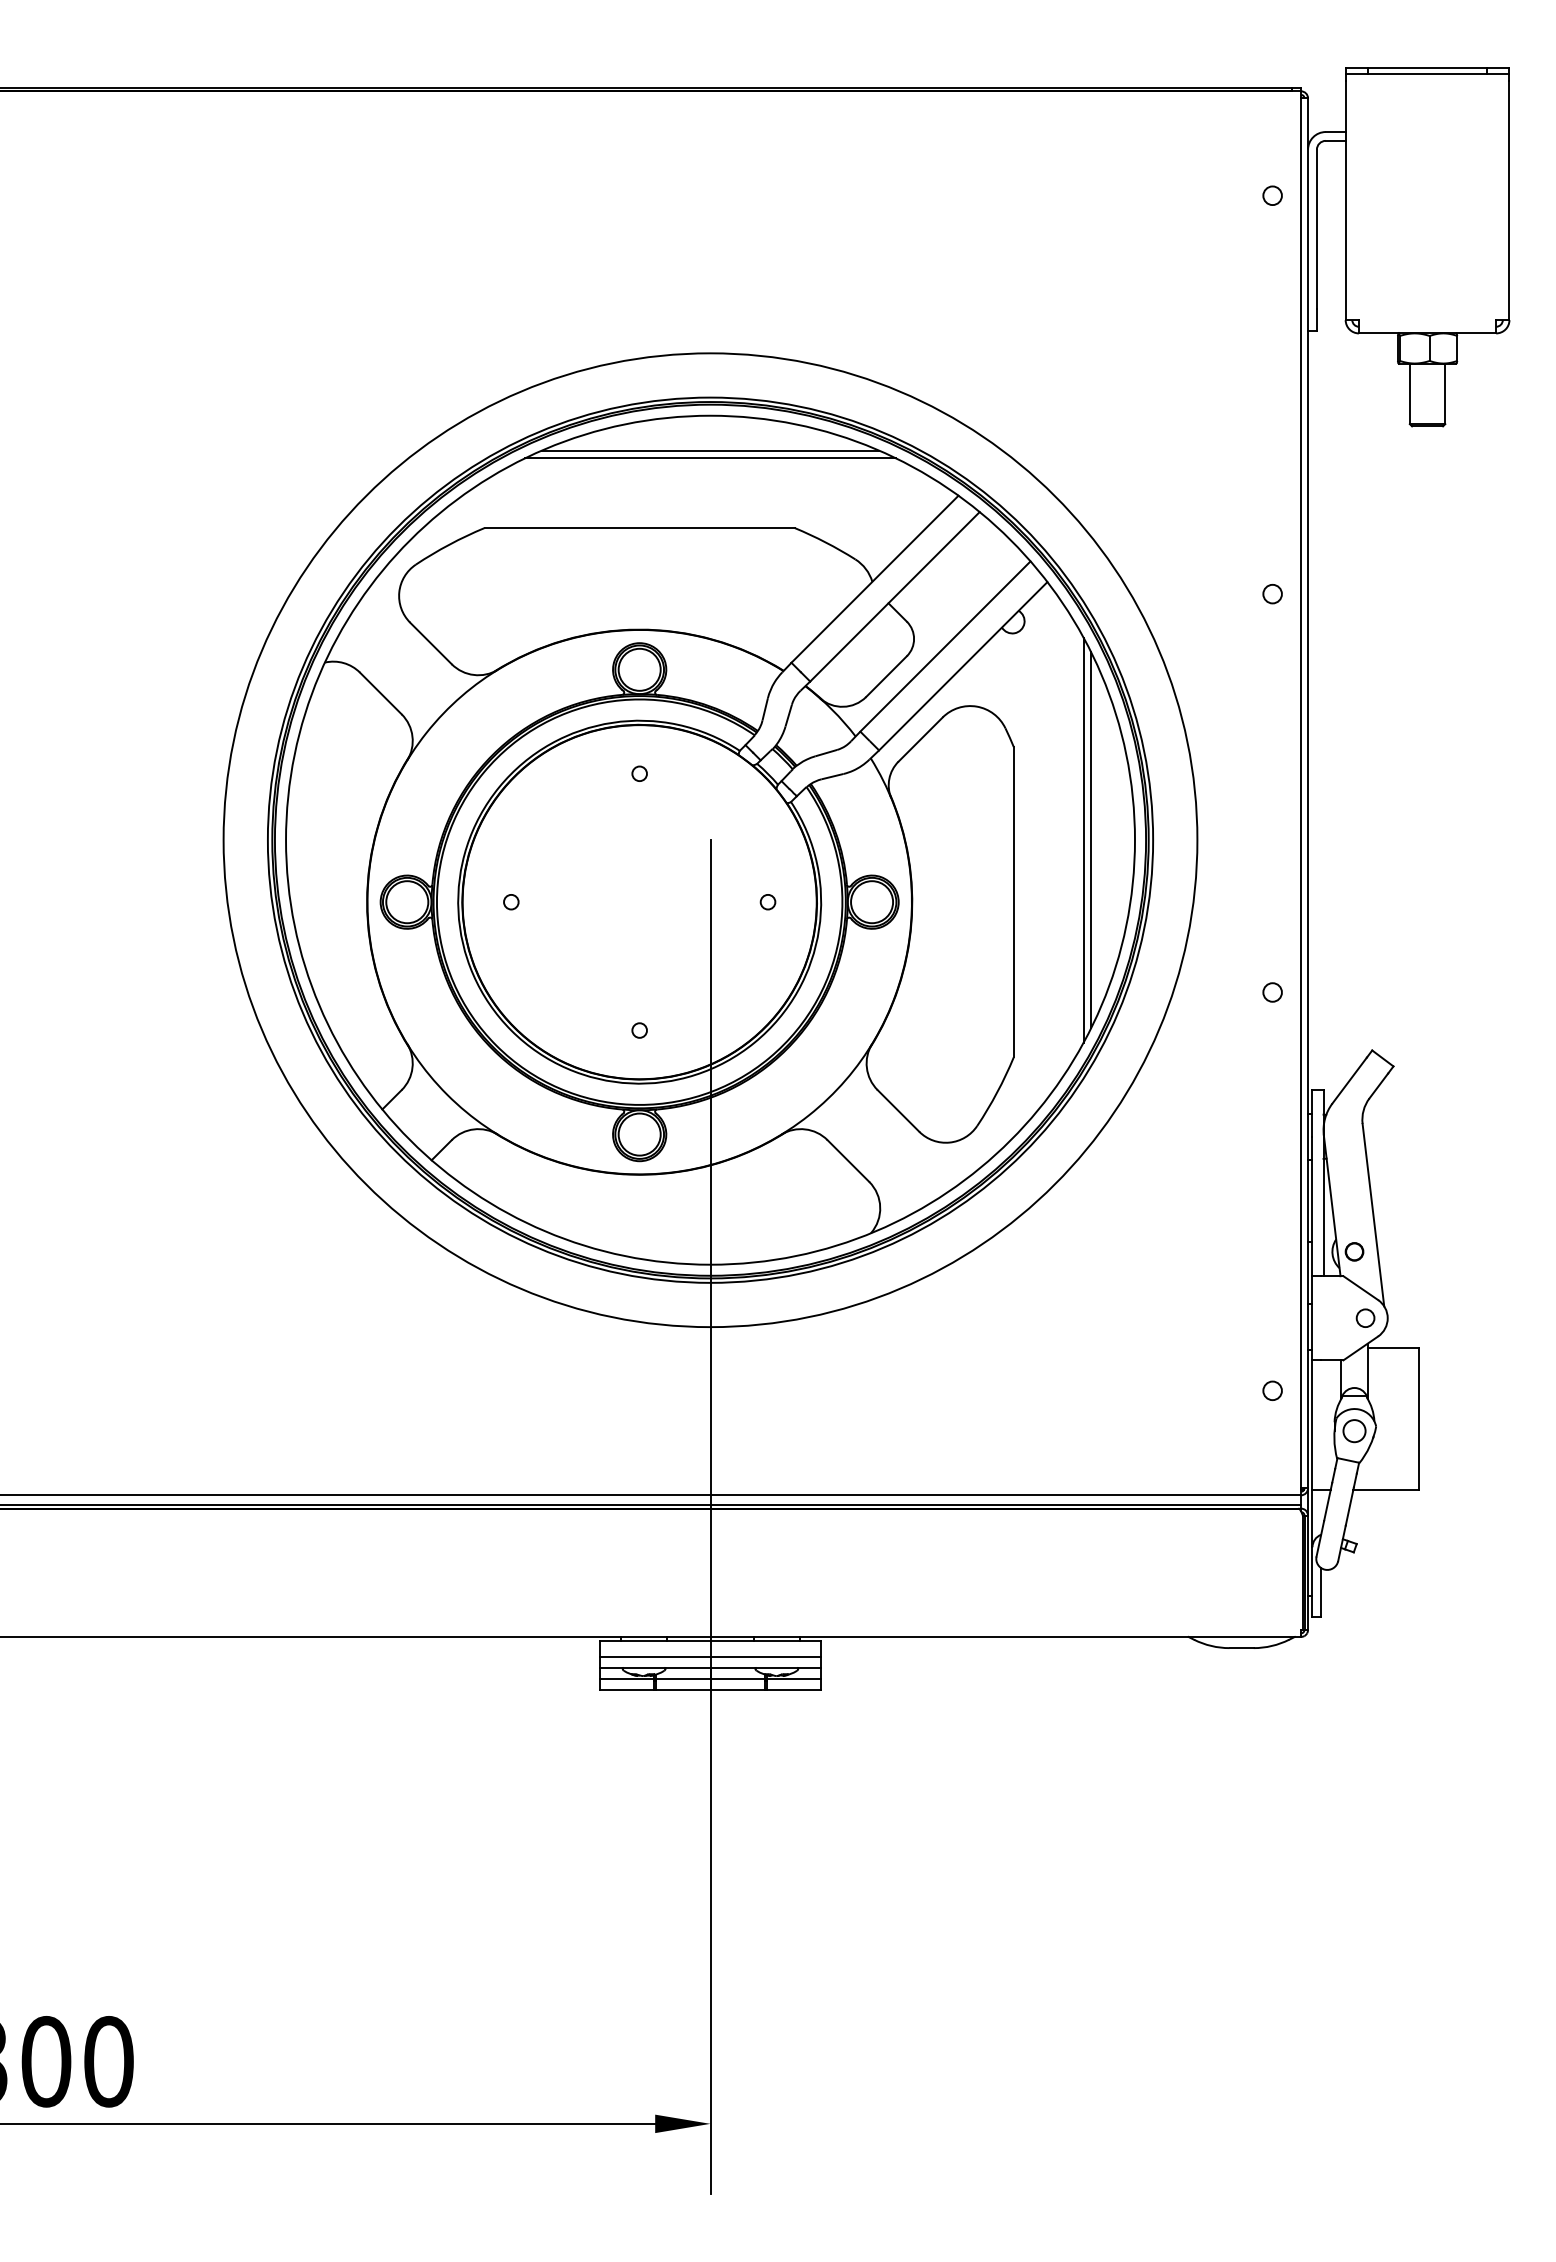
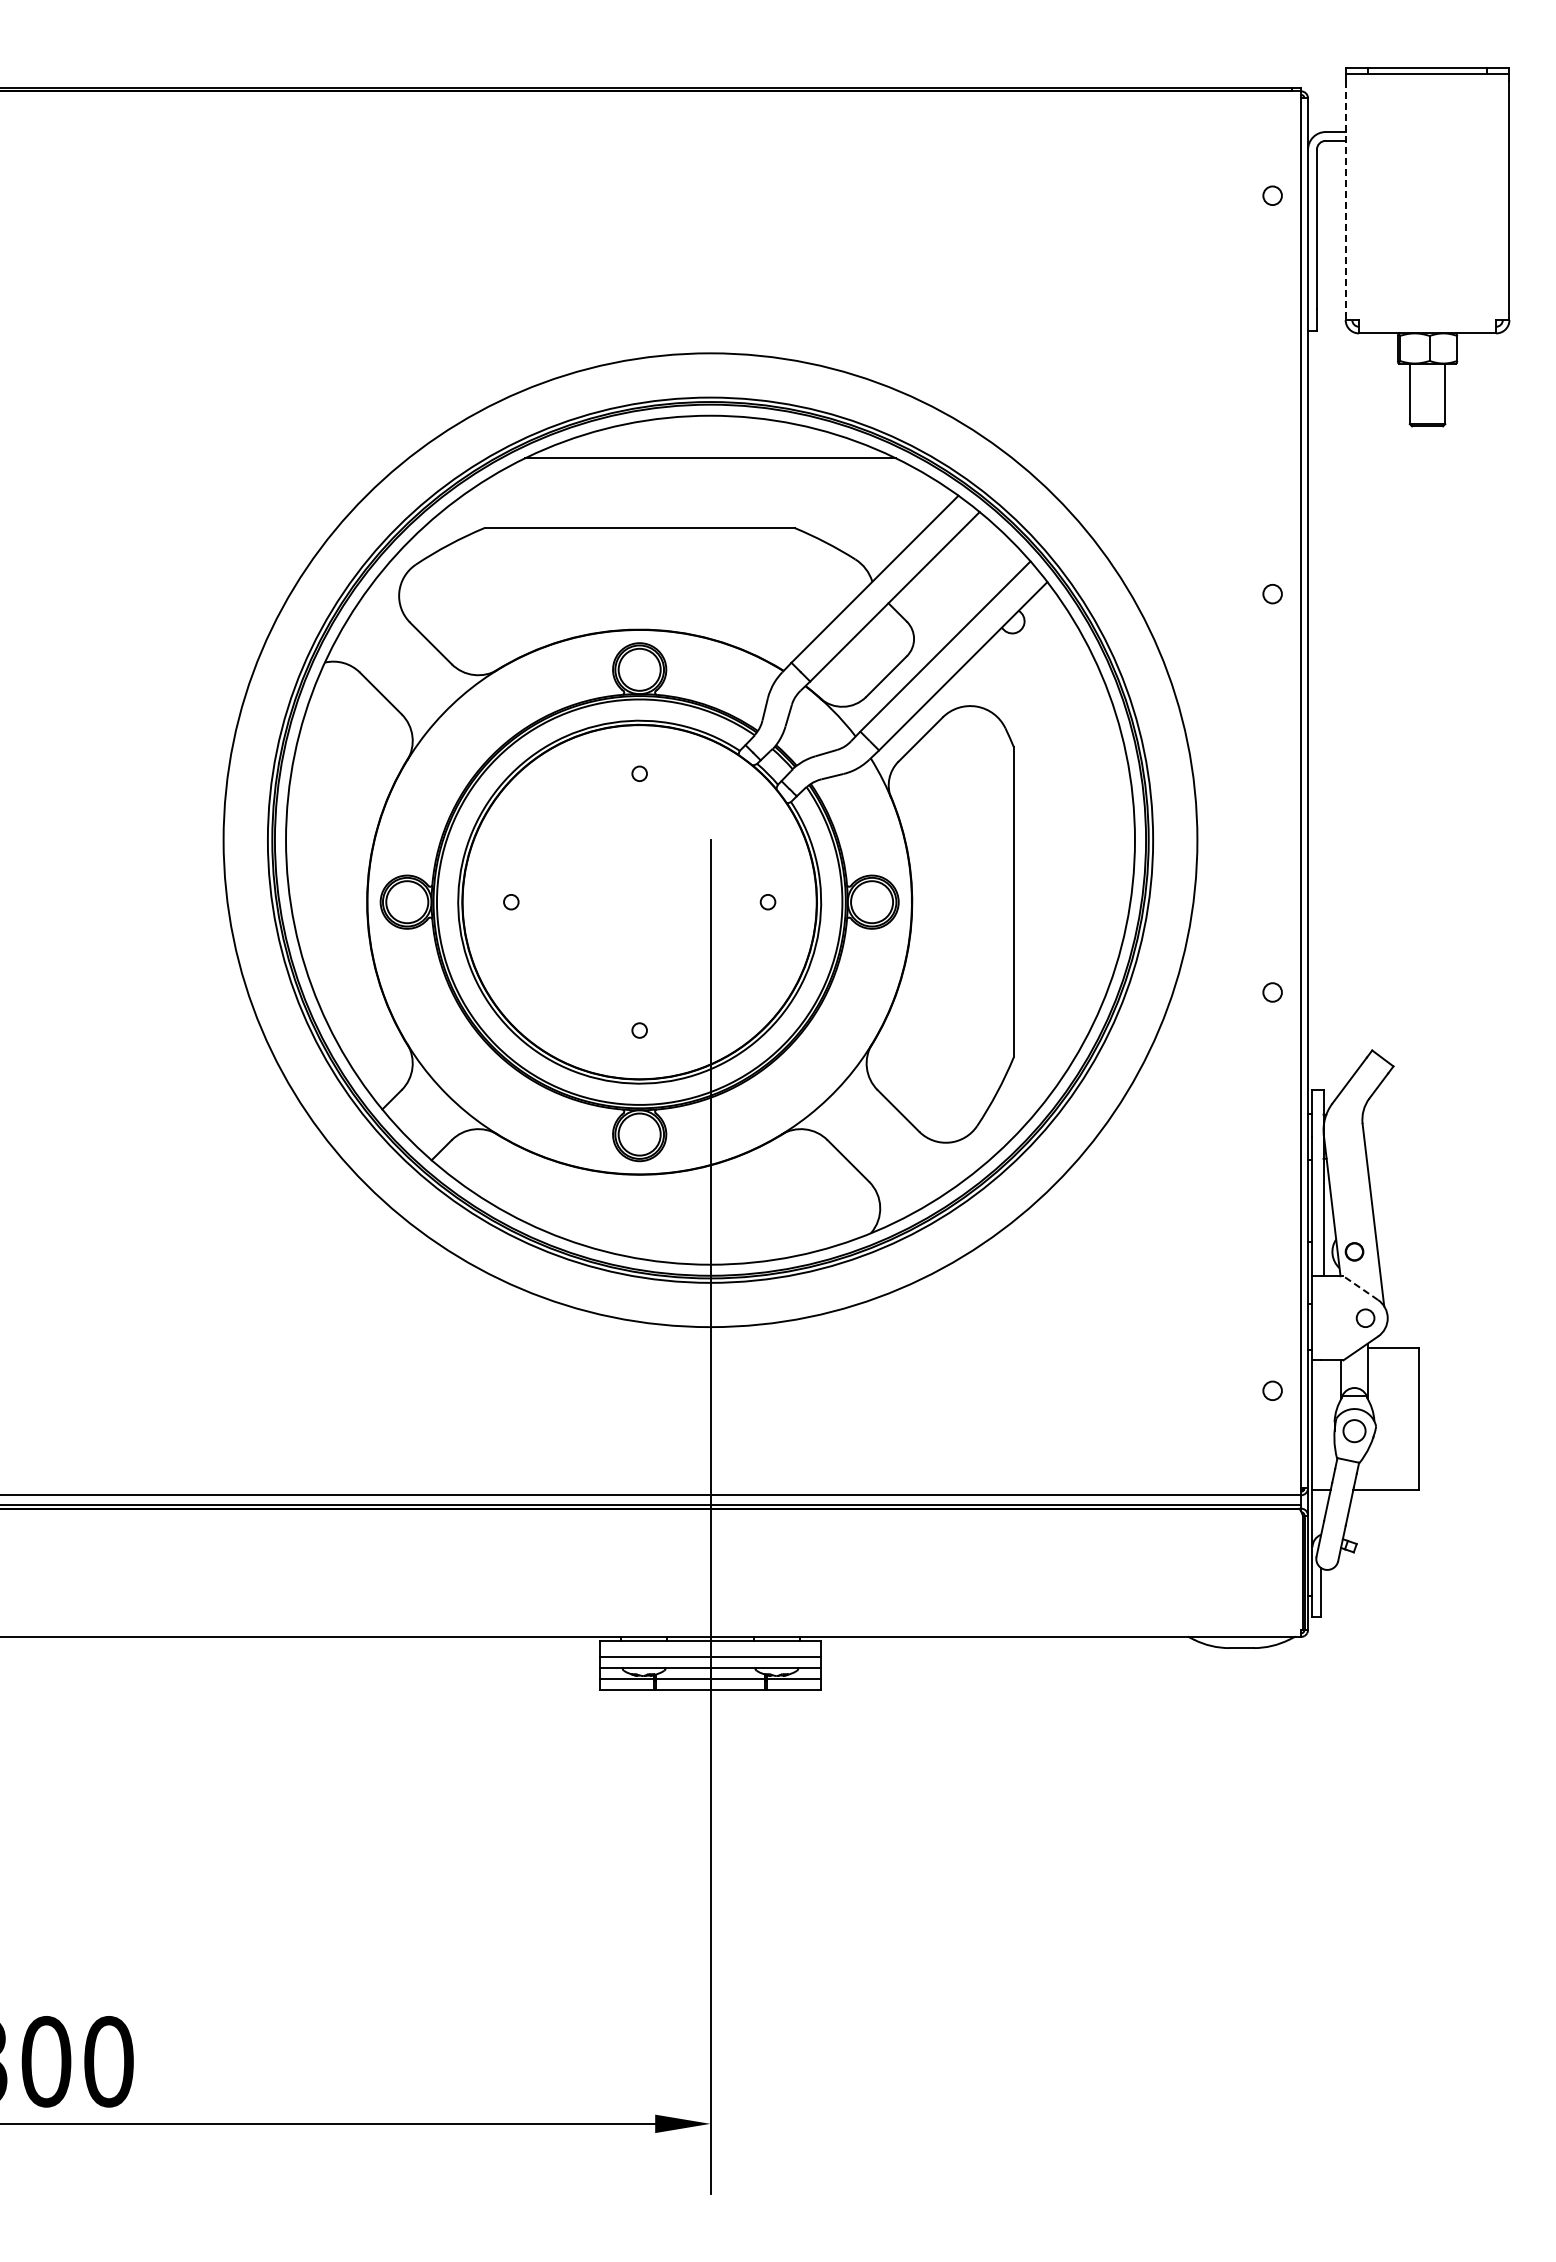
line at (1345, 200): solid -> dashed
line at (710, 450): present -> none
line at (1083, 839): present -> none
line at (1091, 840): present -> none
line at (1360, 1287): solid -> dashed
